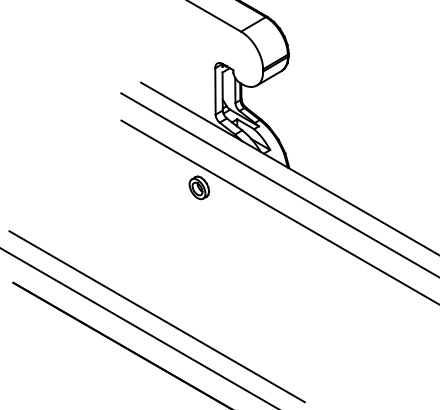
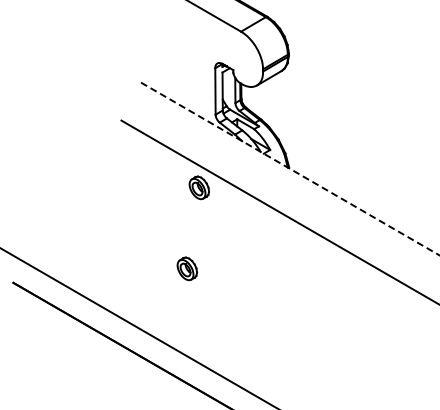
line at (290, 169): solid -> dashed
line at (278, 184): present -> none
part at (186, 268): none -> present
line at (156, 316): present -> none
